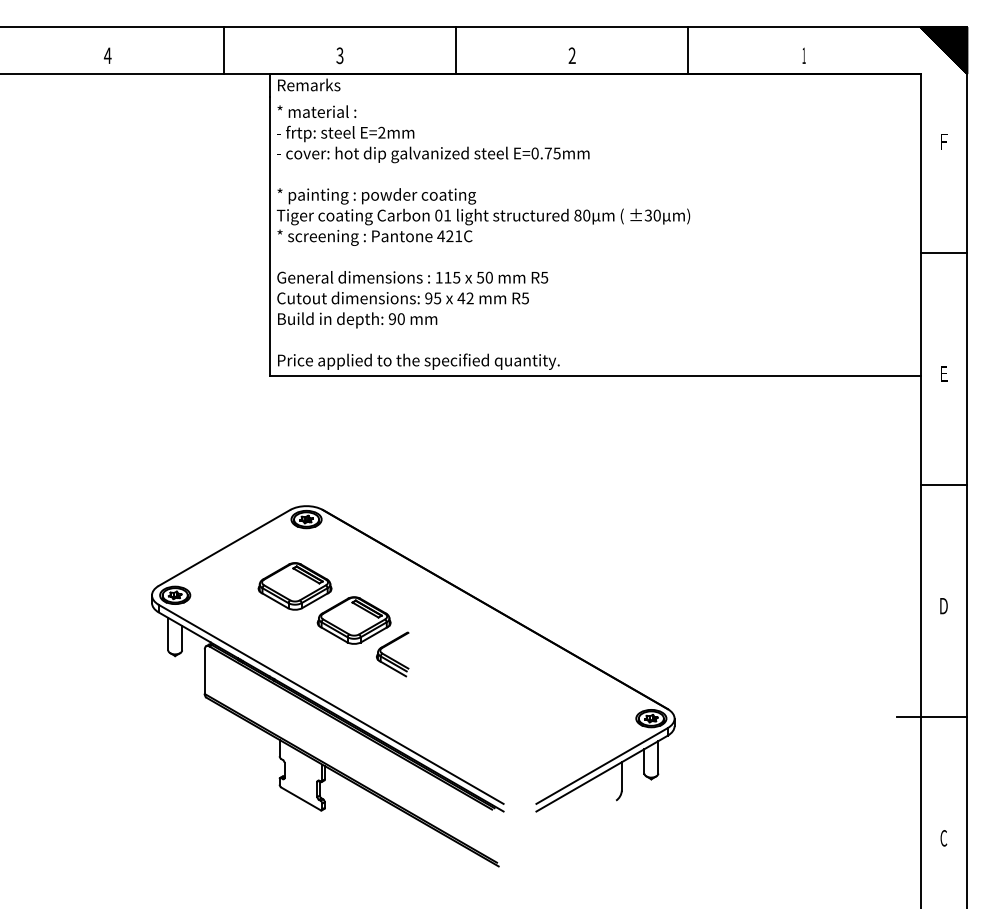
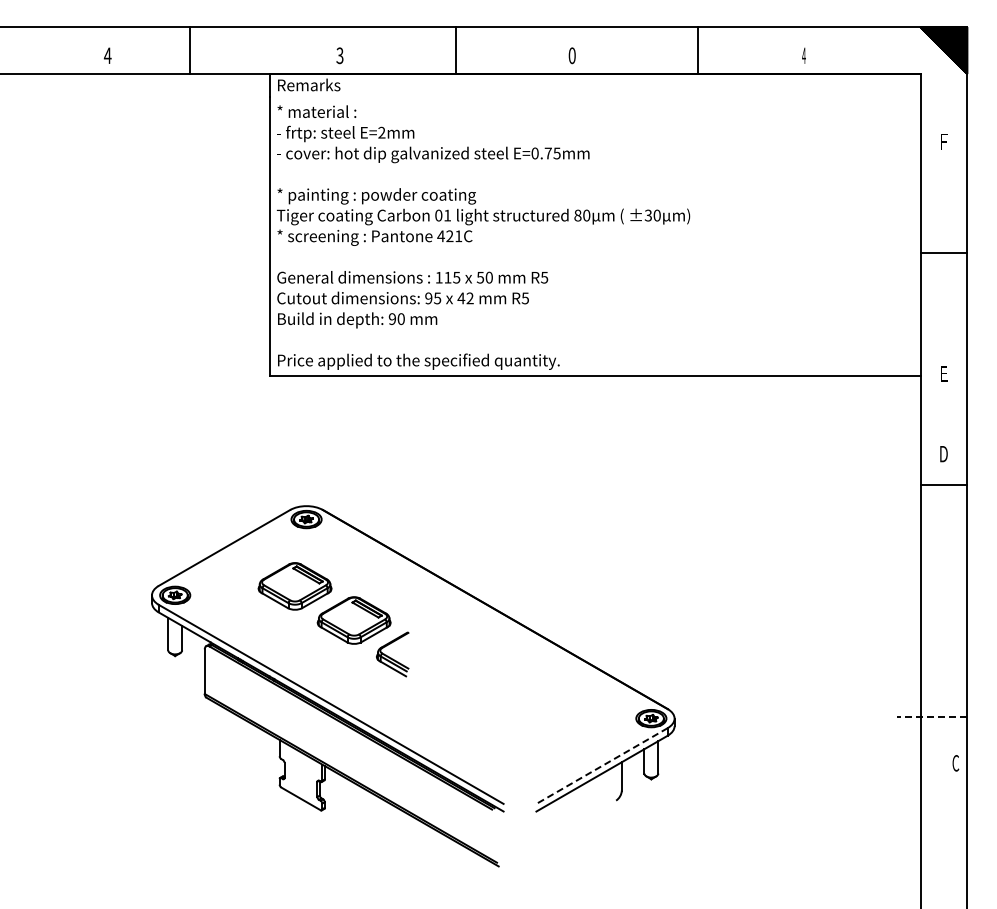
line at (224, 50) position: (224, 50) -> (190, 50)
line at (688, 50) position: (688, 50) -> (698, 50)
text at (571, 55): 2 -> 0
text at (803, 55): 1 -> 4
text at (943, 606) position: (943, 606) -> (943, 454)
line at (932, 716): solid -> dashed
line at (602, 766): solid -> dashed
text at (943, 838) position: (943, 838) -> (955, 763)
